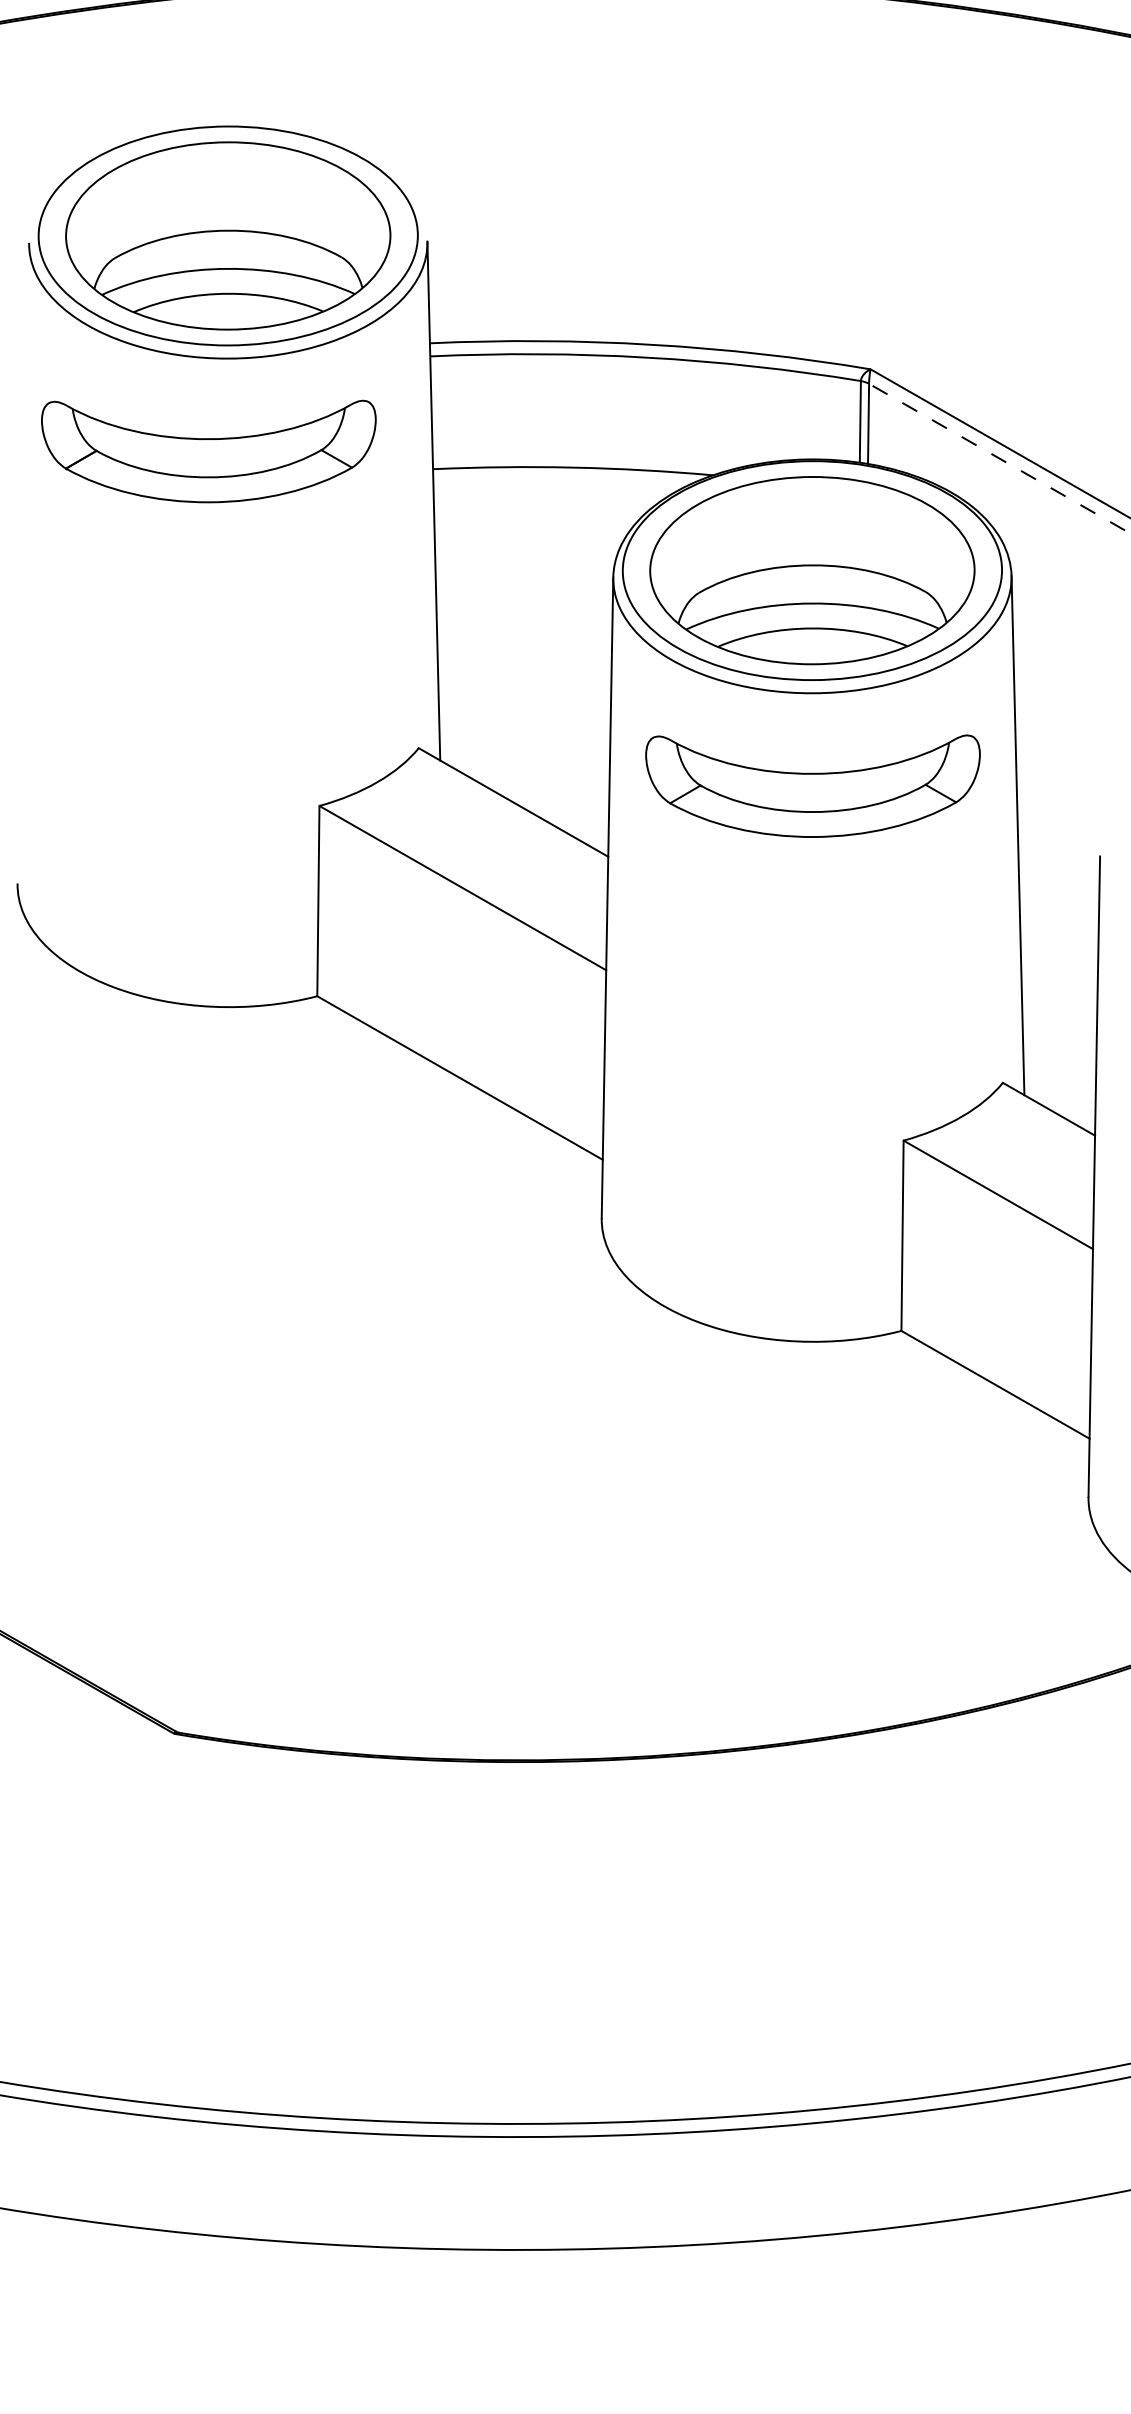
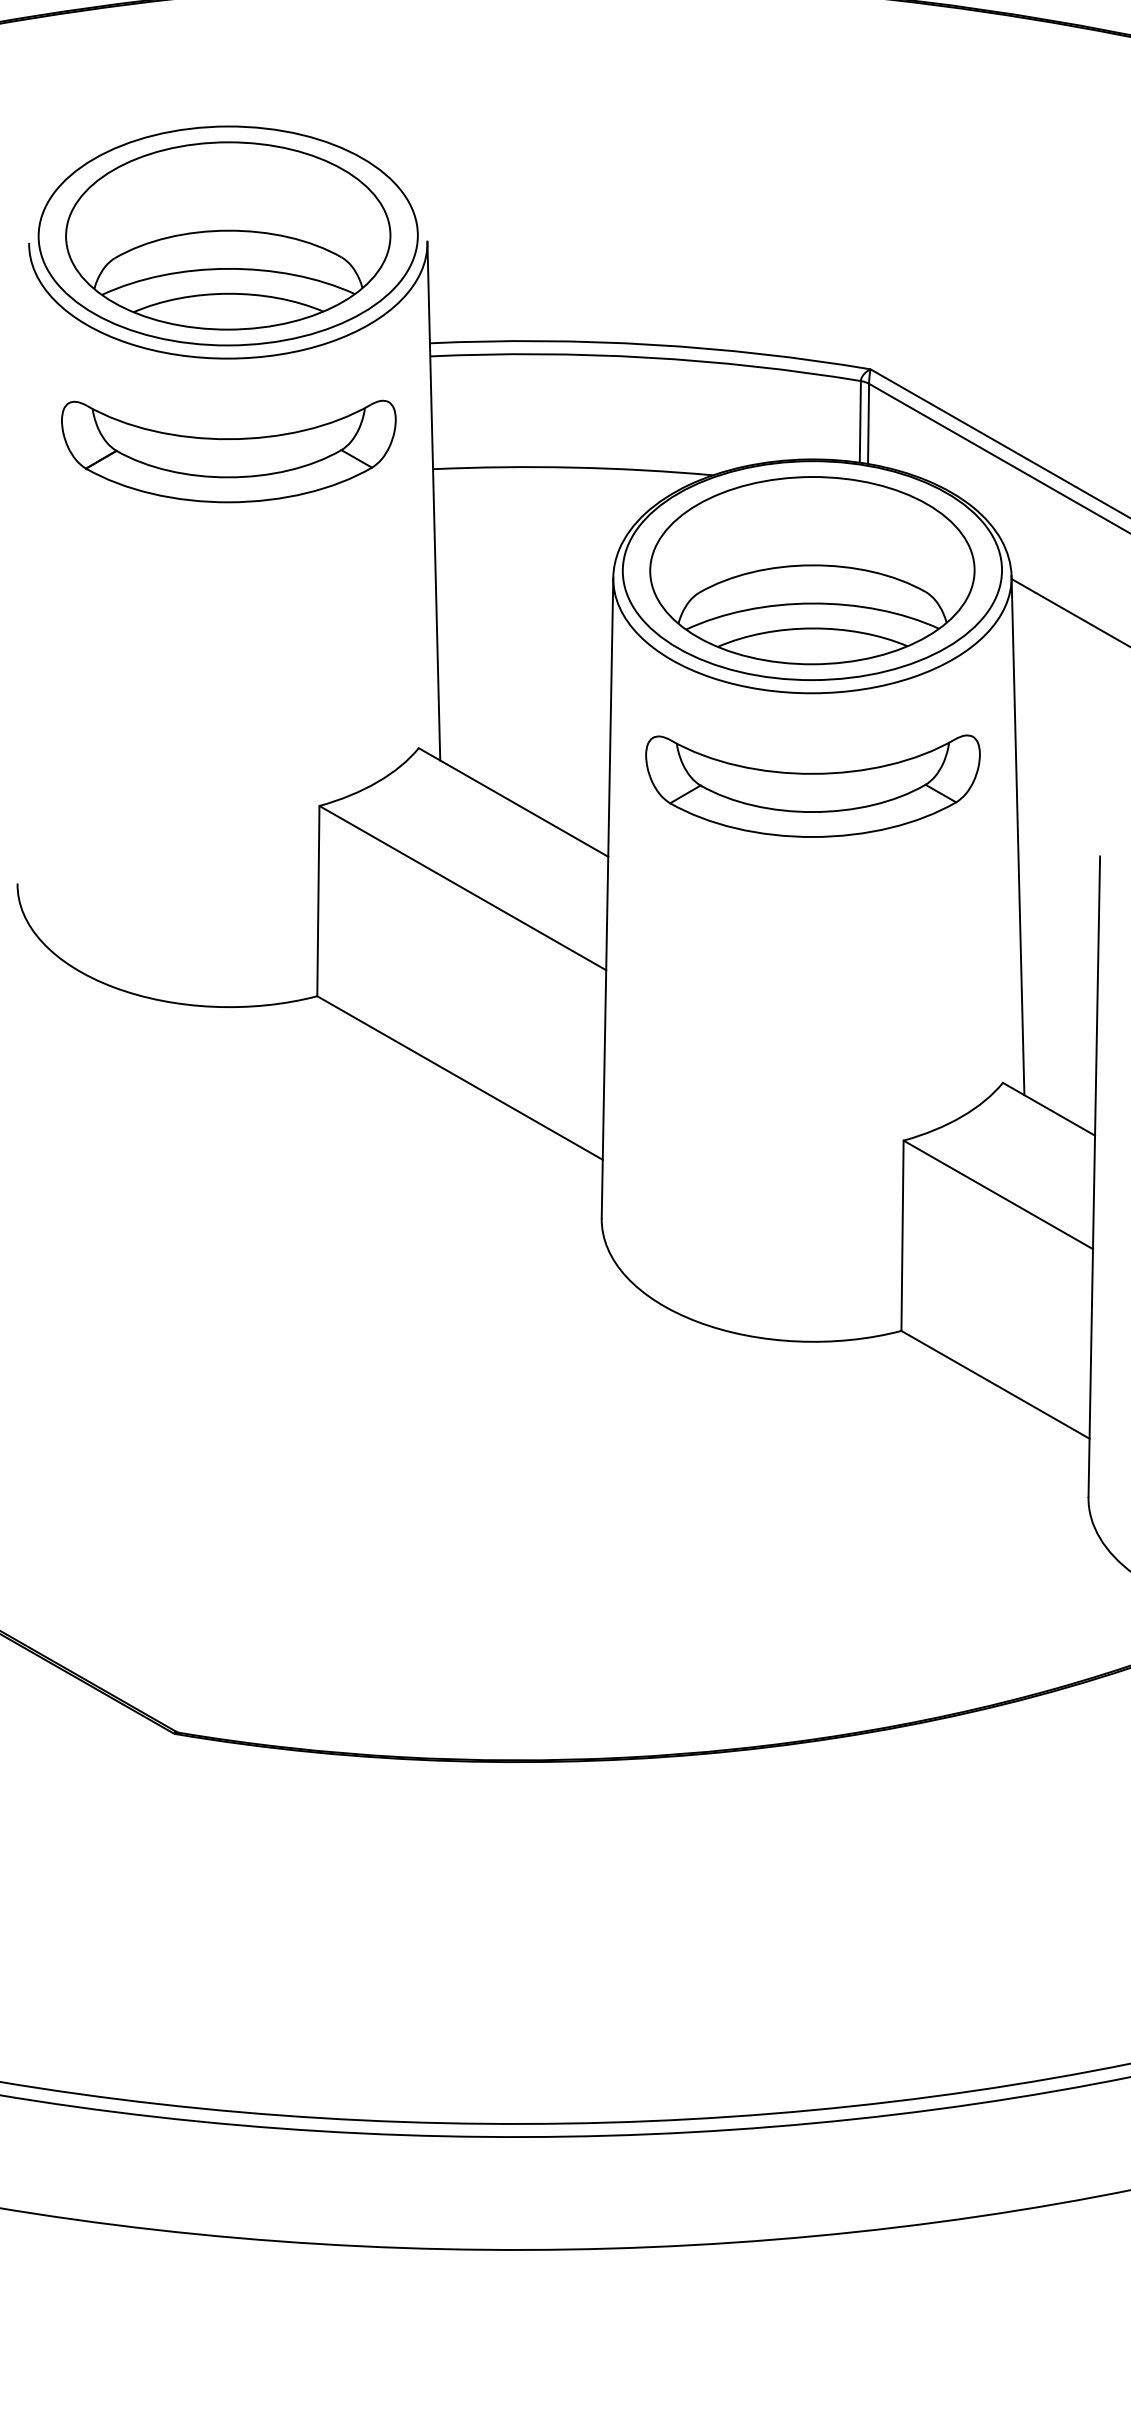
part at (208, 451) position: (208, 451) -> (228, 451)
line at (999, 458): dashed -> solid
line at (1069, 612): none -> present
